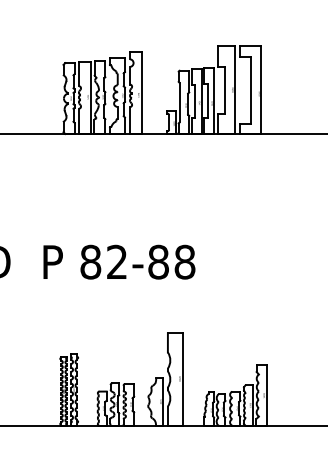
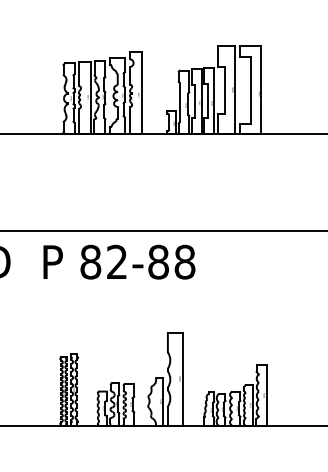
line at (163, 231): none -> present
